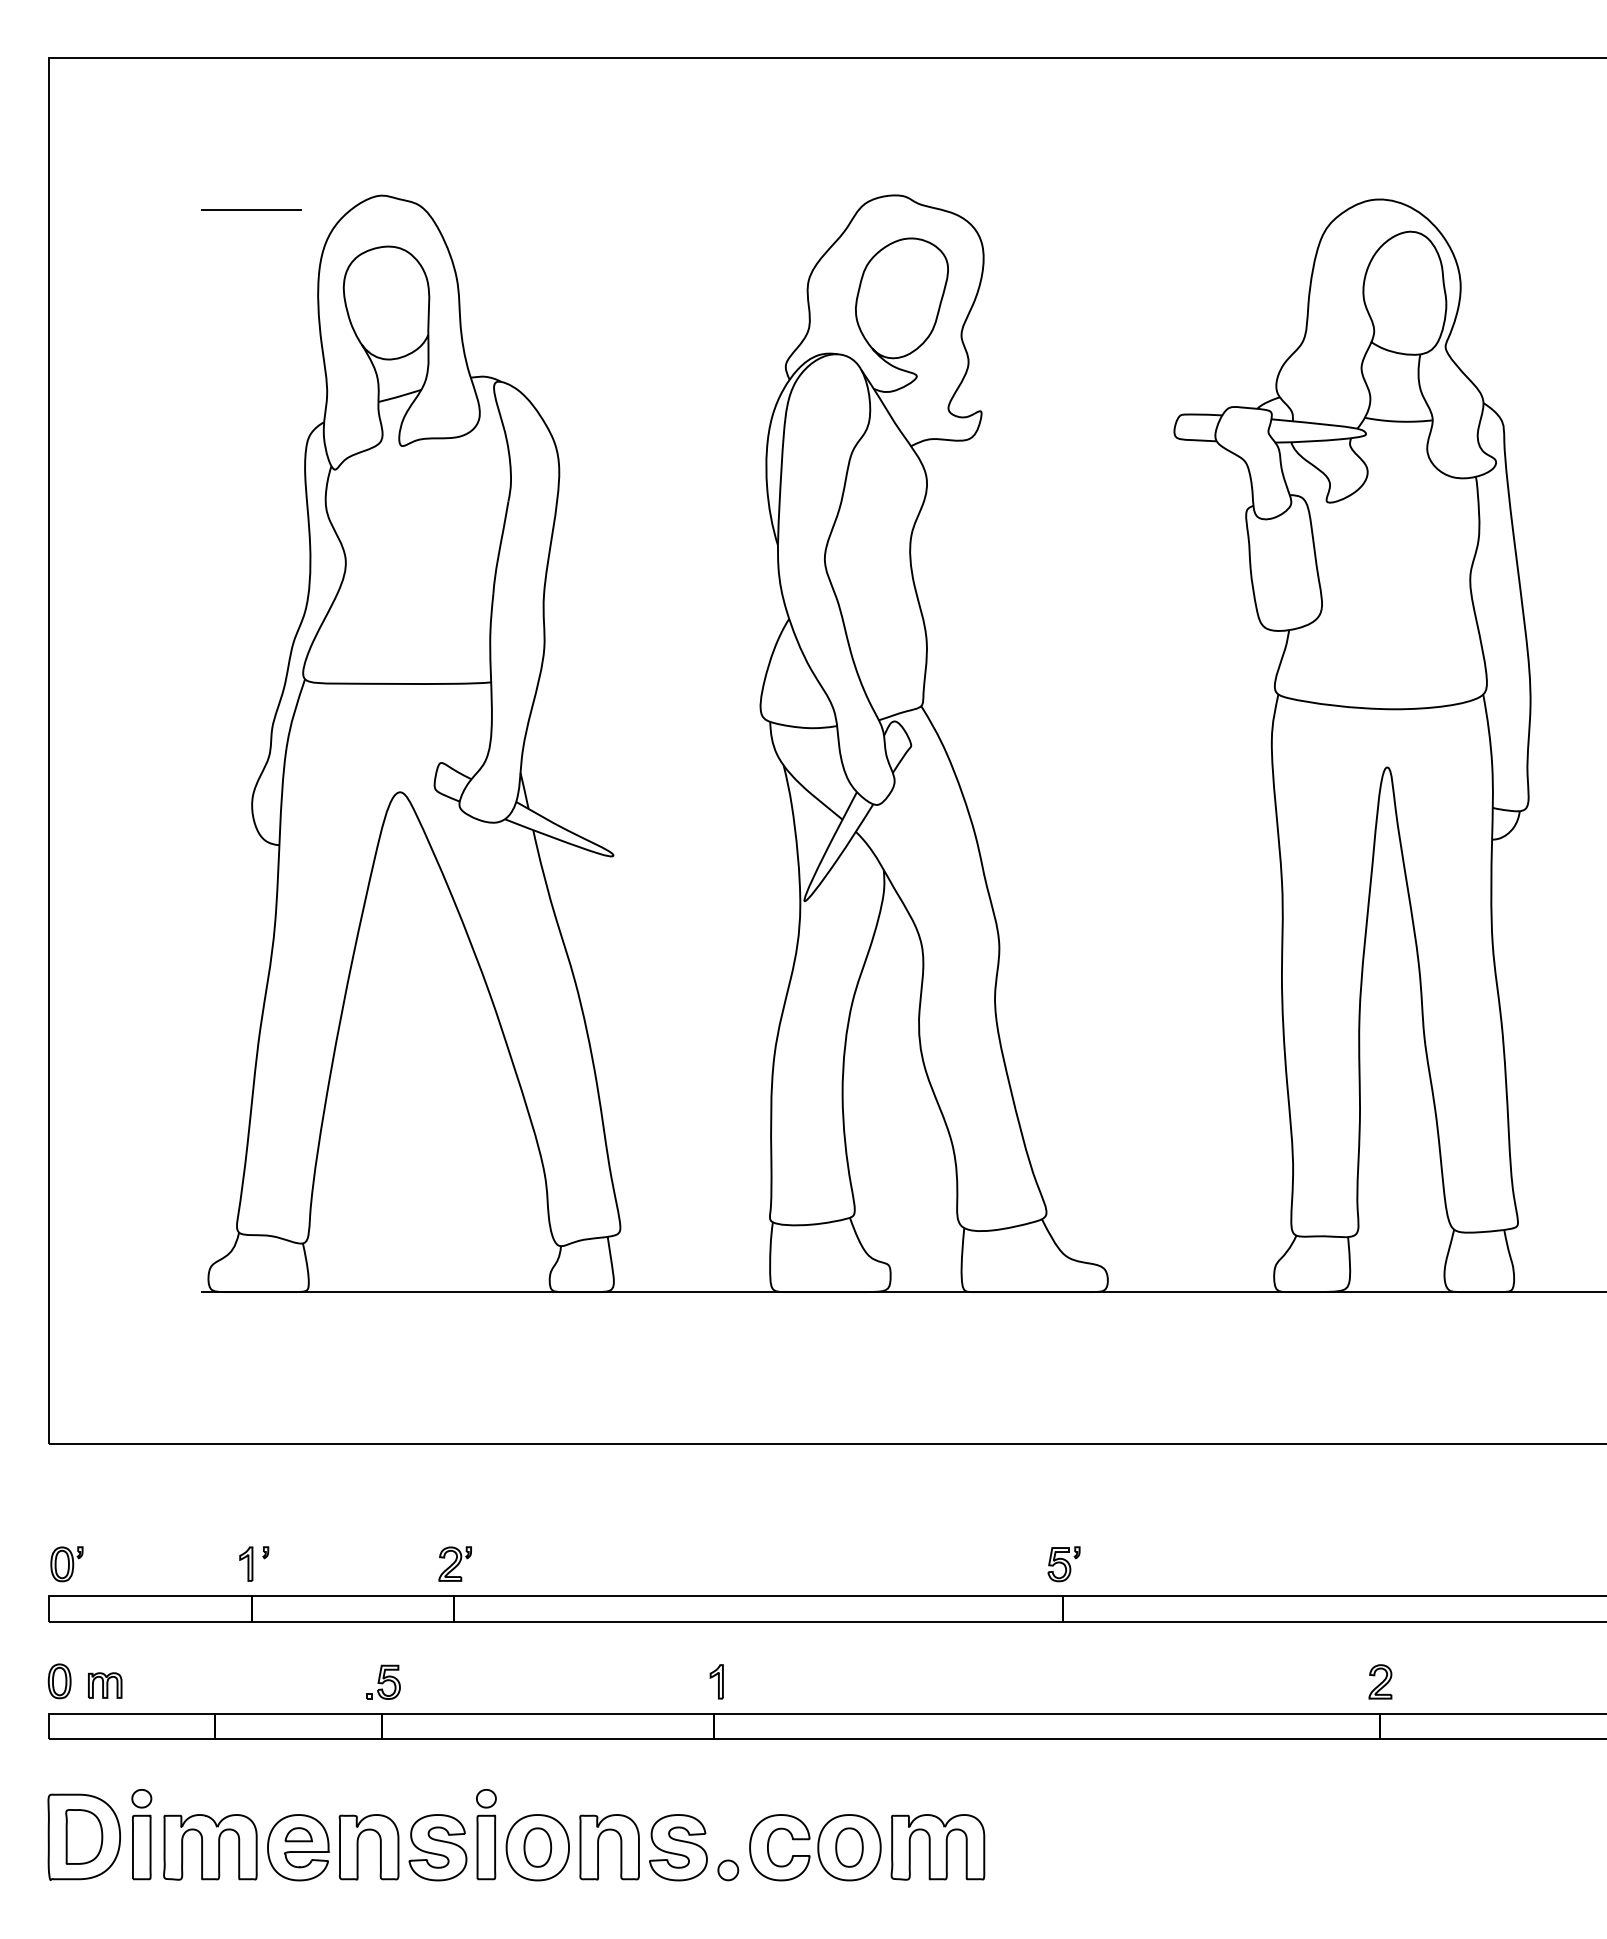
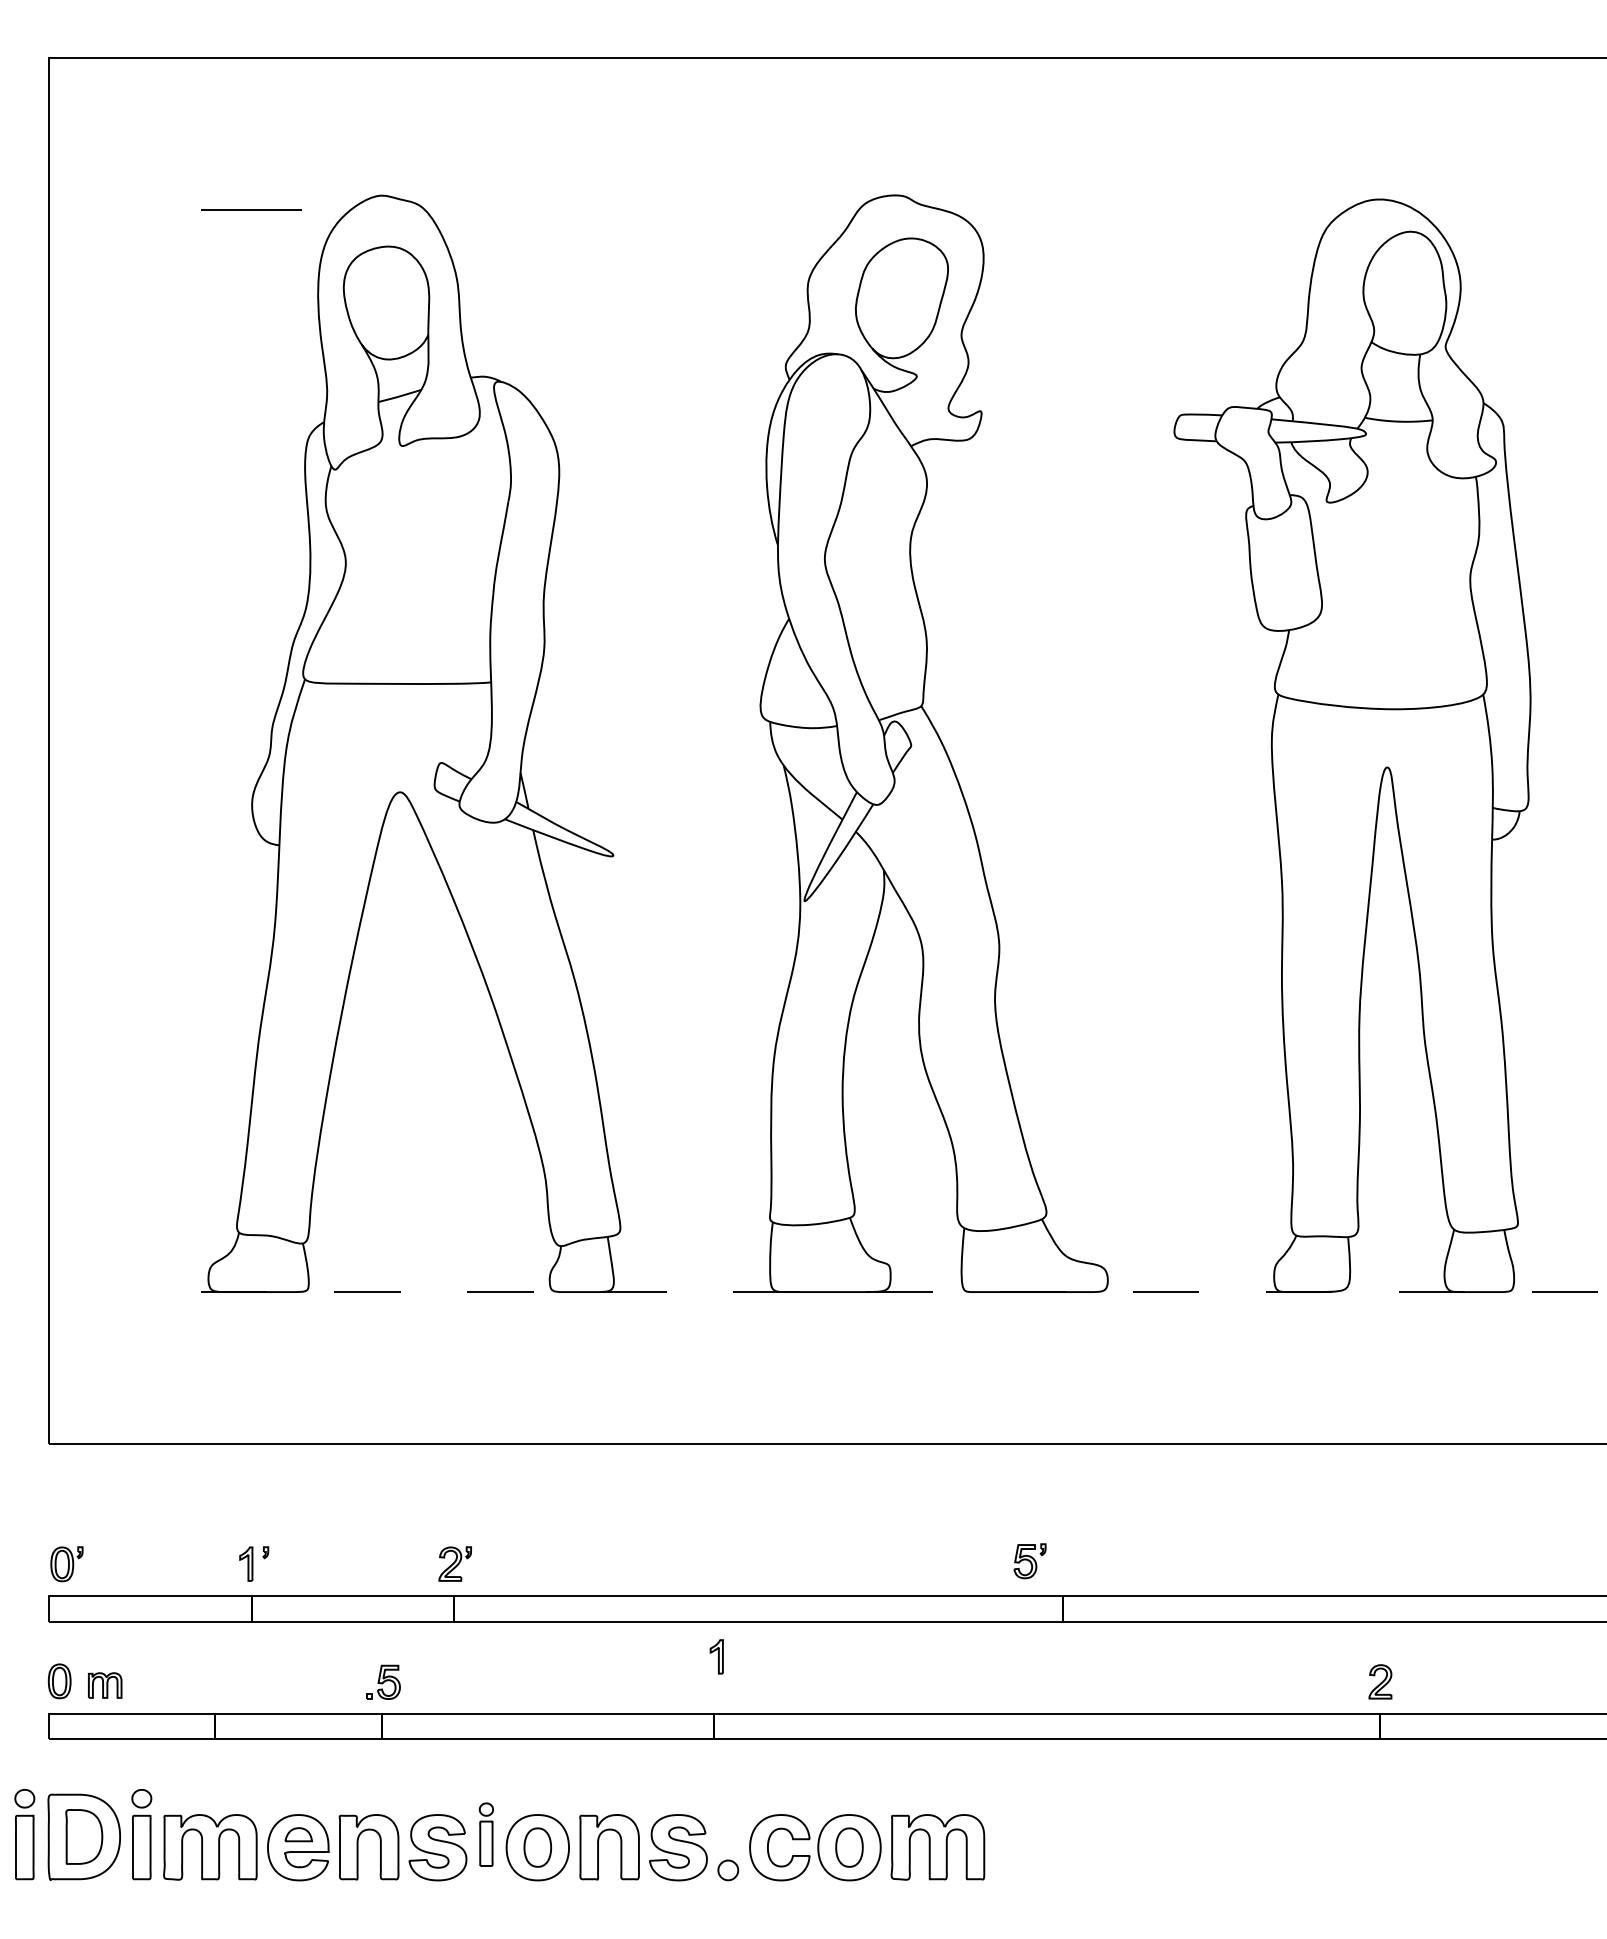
line at (903, 1292): solid -> dashed
part at (1063, 1564) position: (1063, 1564) -> (1029, 1561)
part at (716, 1681) position: (716, 1681) -> (716, 1656)
part at (24, 1834): none -> present
part at (486, 1834) size: 21x92 px -> 16x65 px
